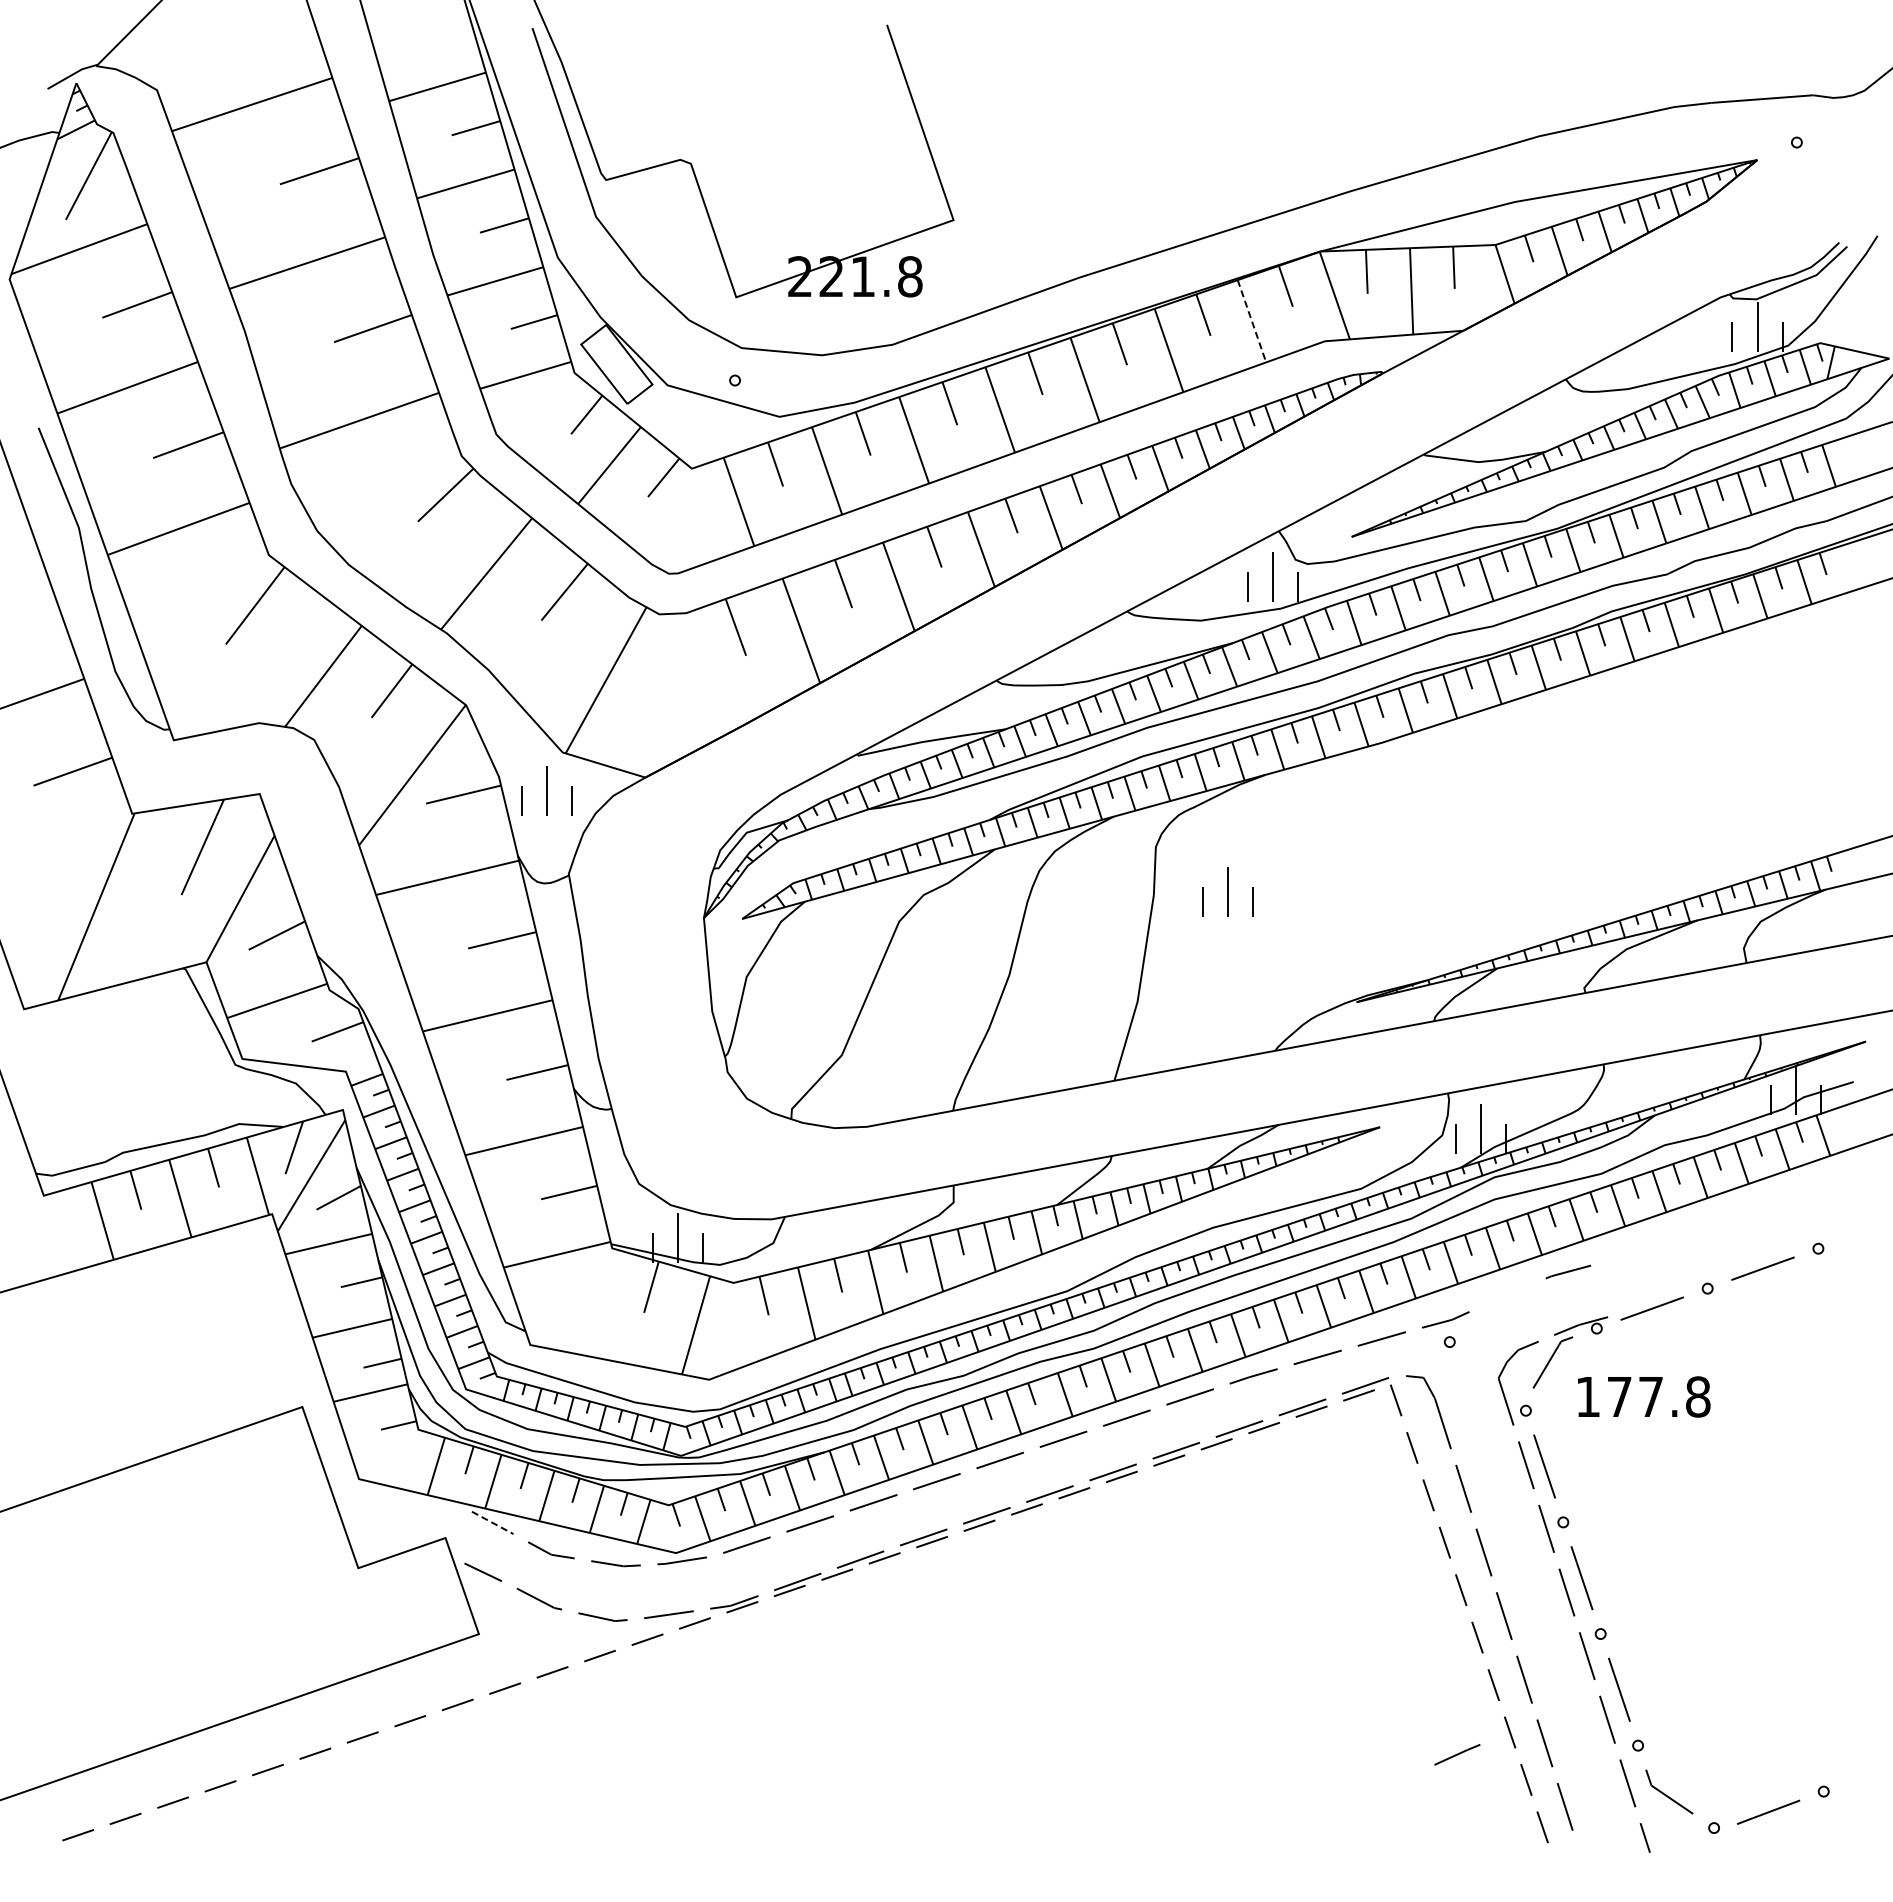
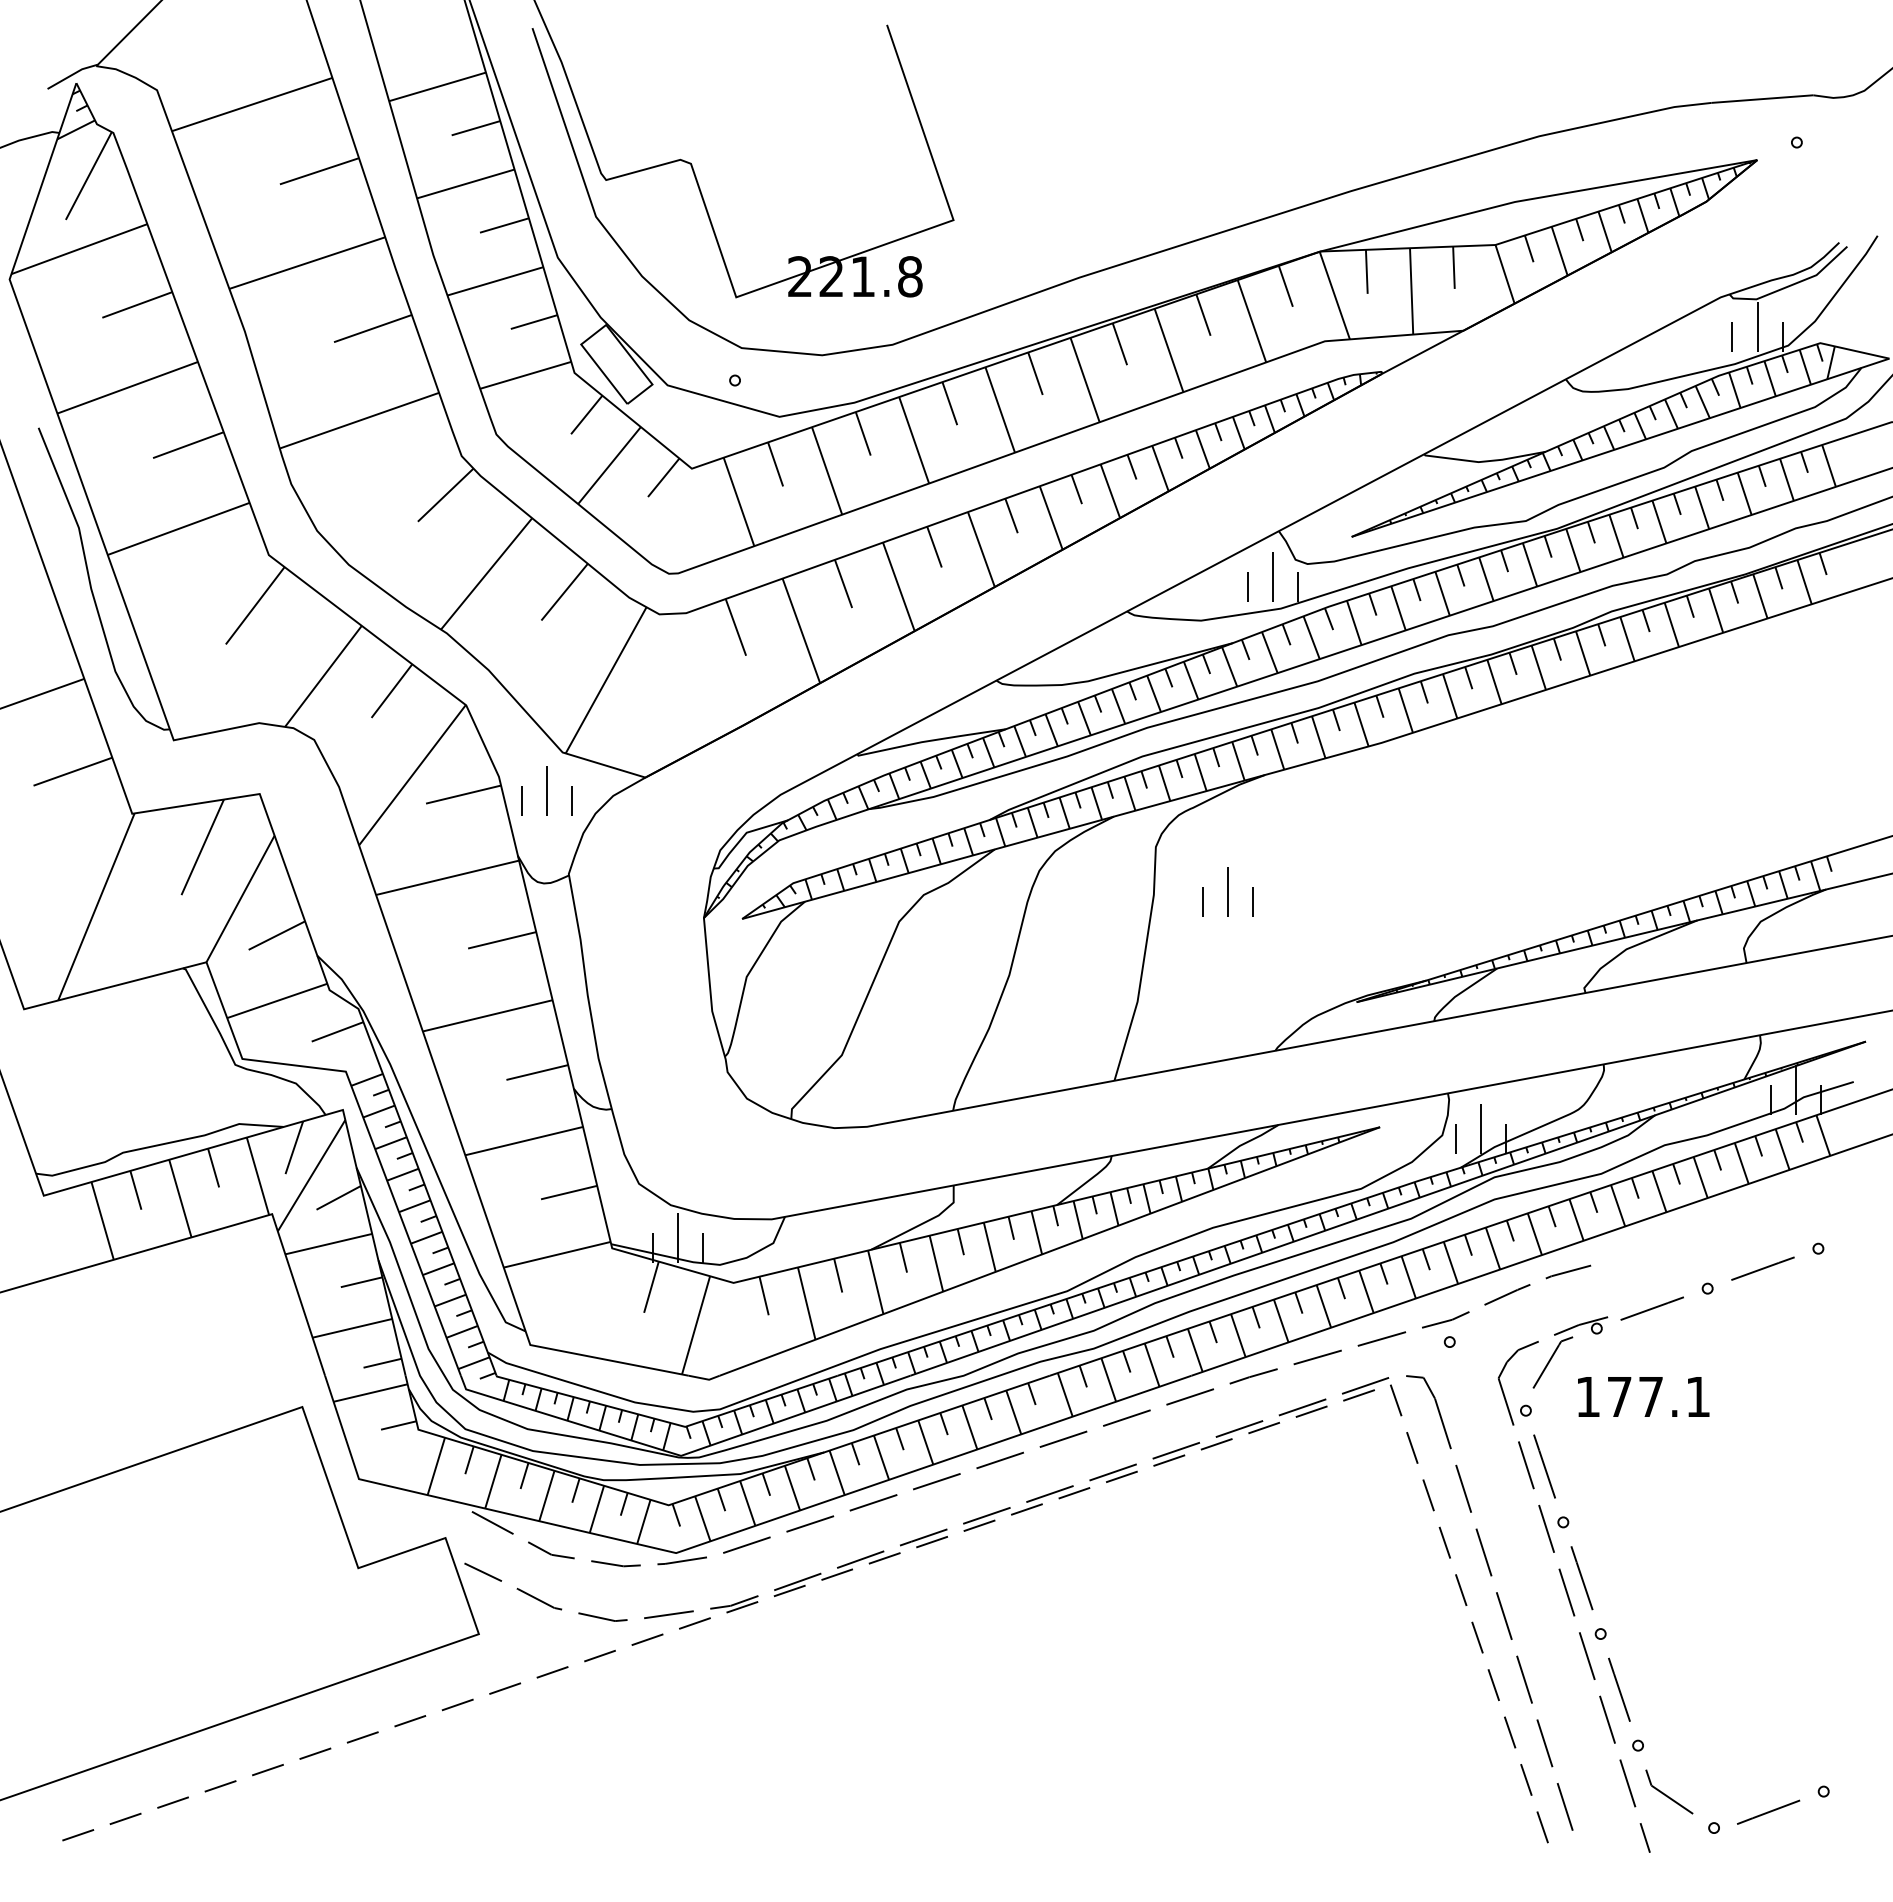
line at (1251, 321): dashed -> solid
text at (1698, 1396): 177.8 -> 177.1
line at (492, 1522): dashed -> solid
line at (1457, 1754) position: (1457, 1754) -> (1507, 1294)
